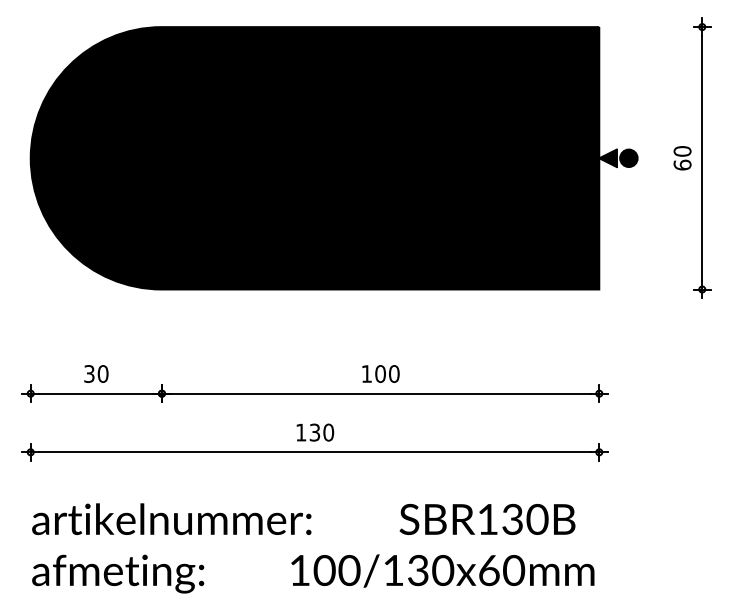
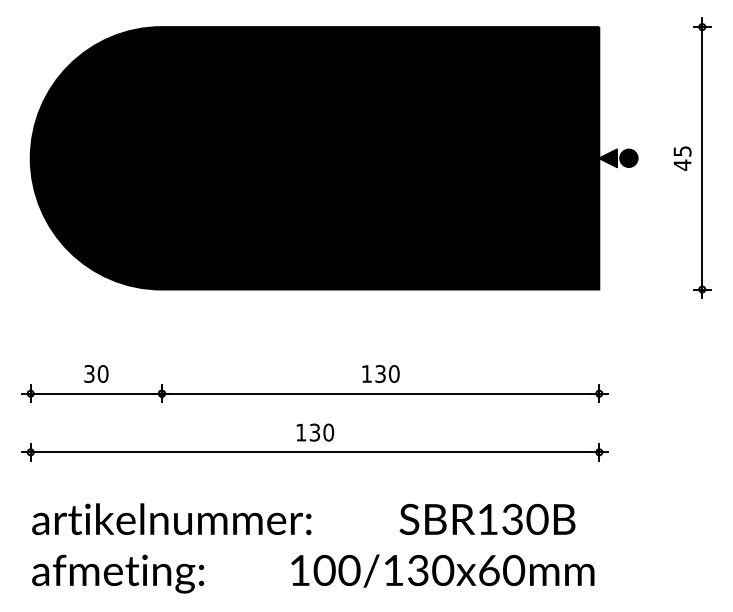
text at (682, 158): 60 -> 45
text at (380, 373): 100 -> 130
